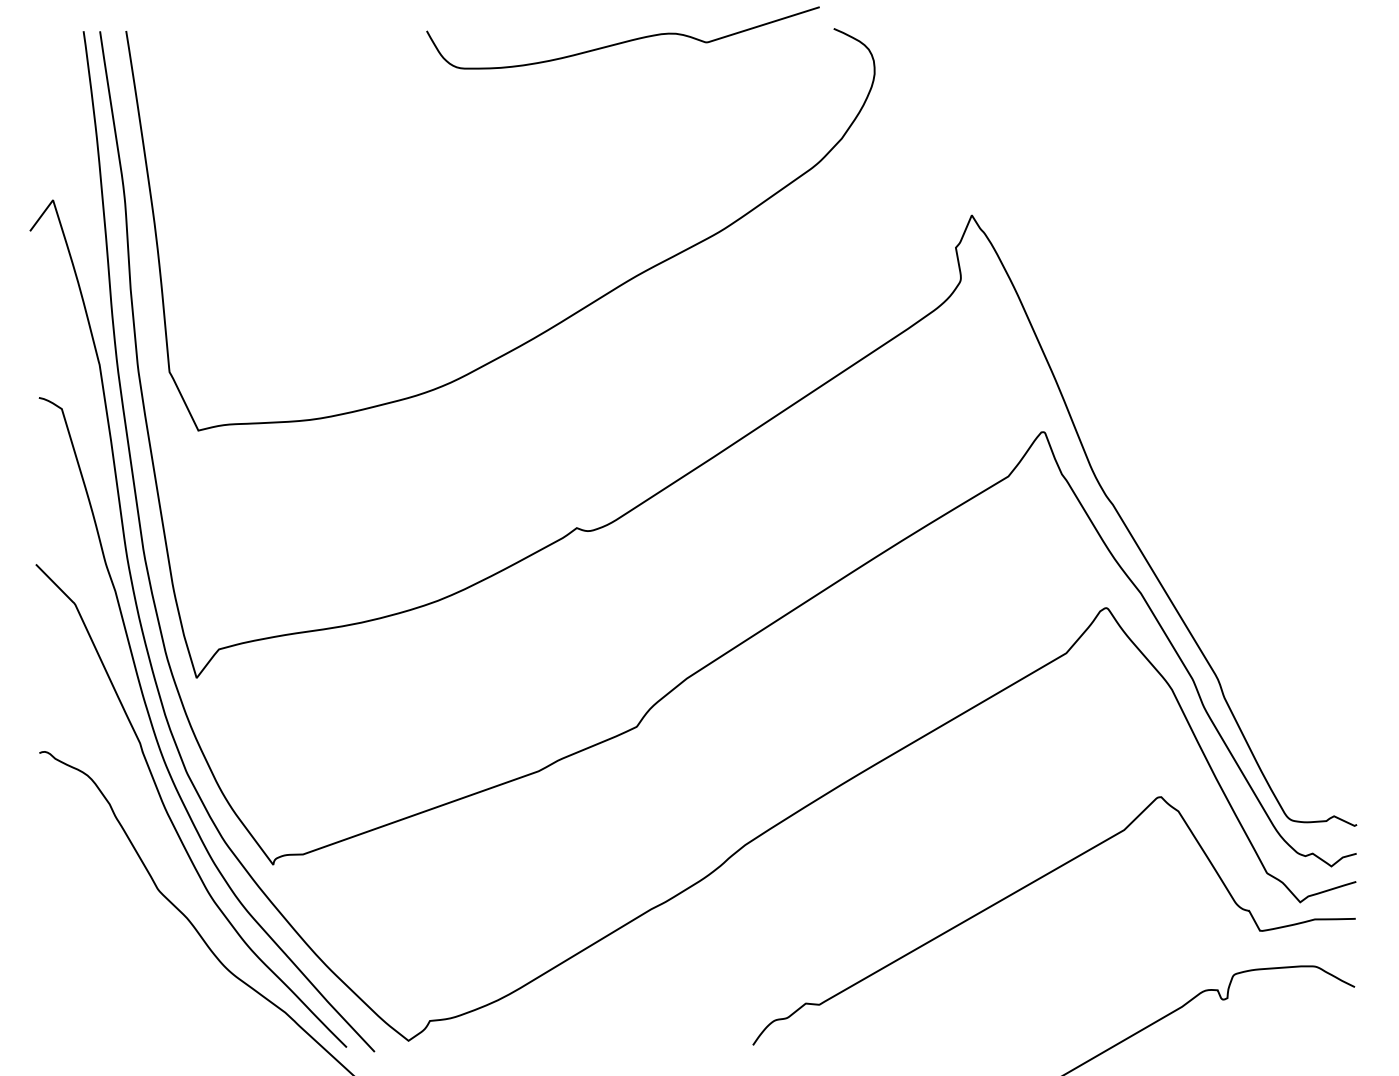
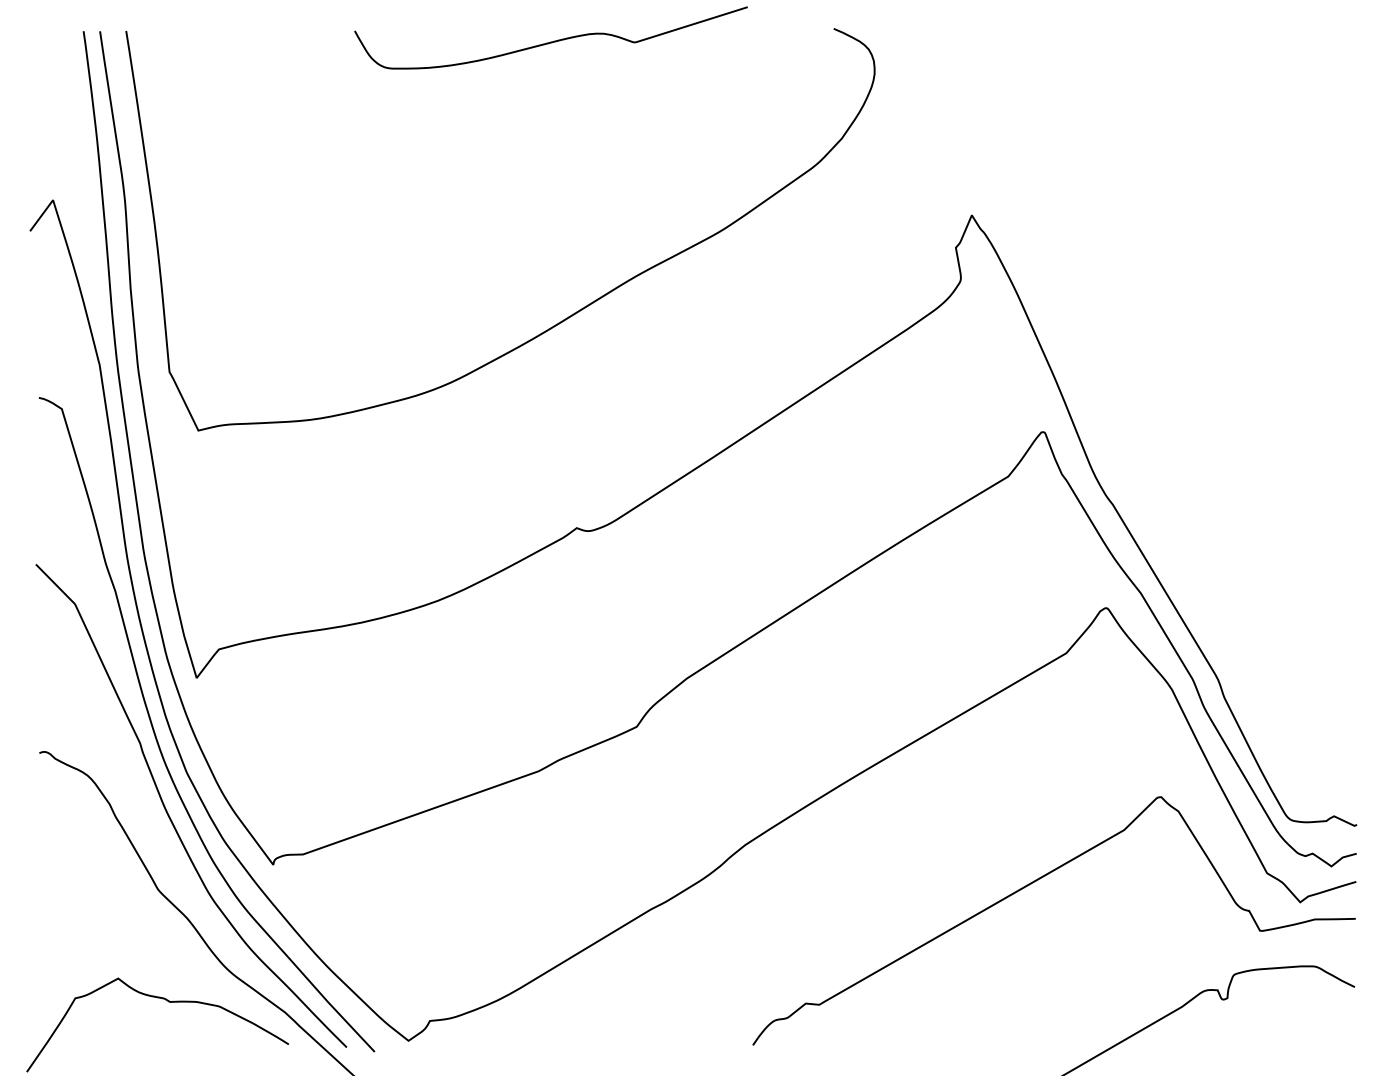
curve at (622, 41) position: (622, 41) -> (550, 41)
curve at (168, 1002): none -> present
